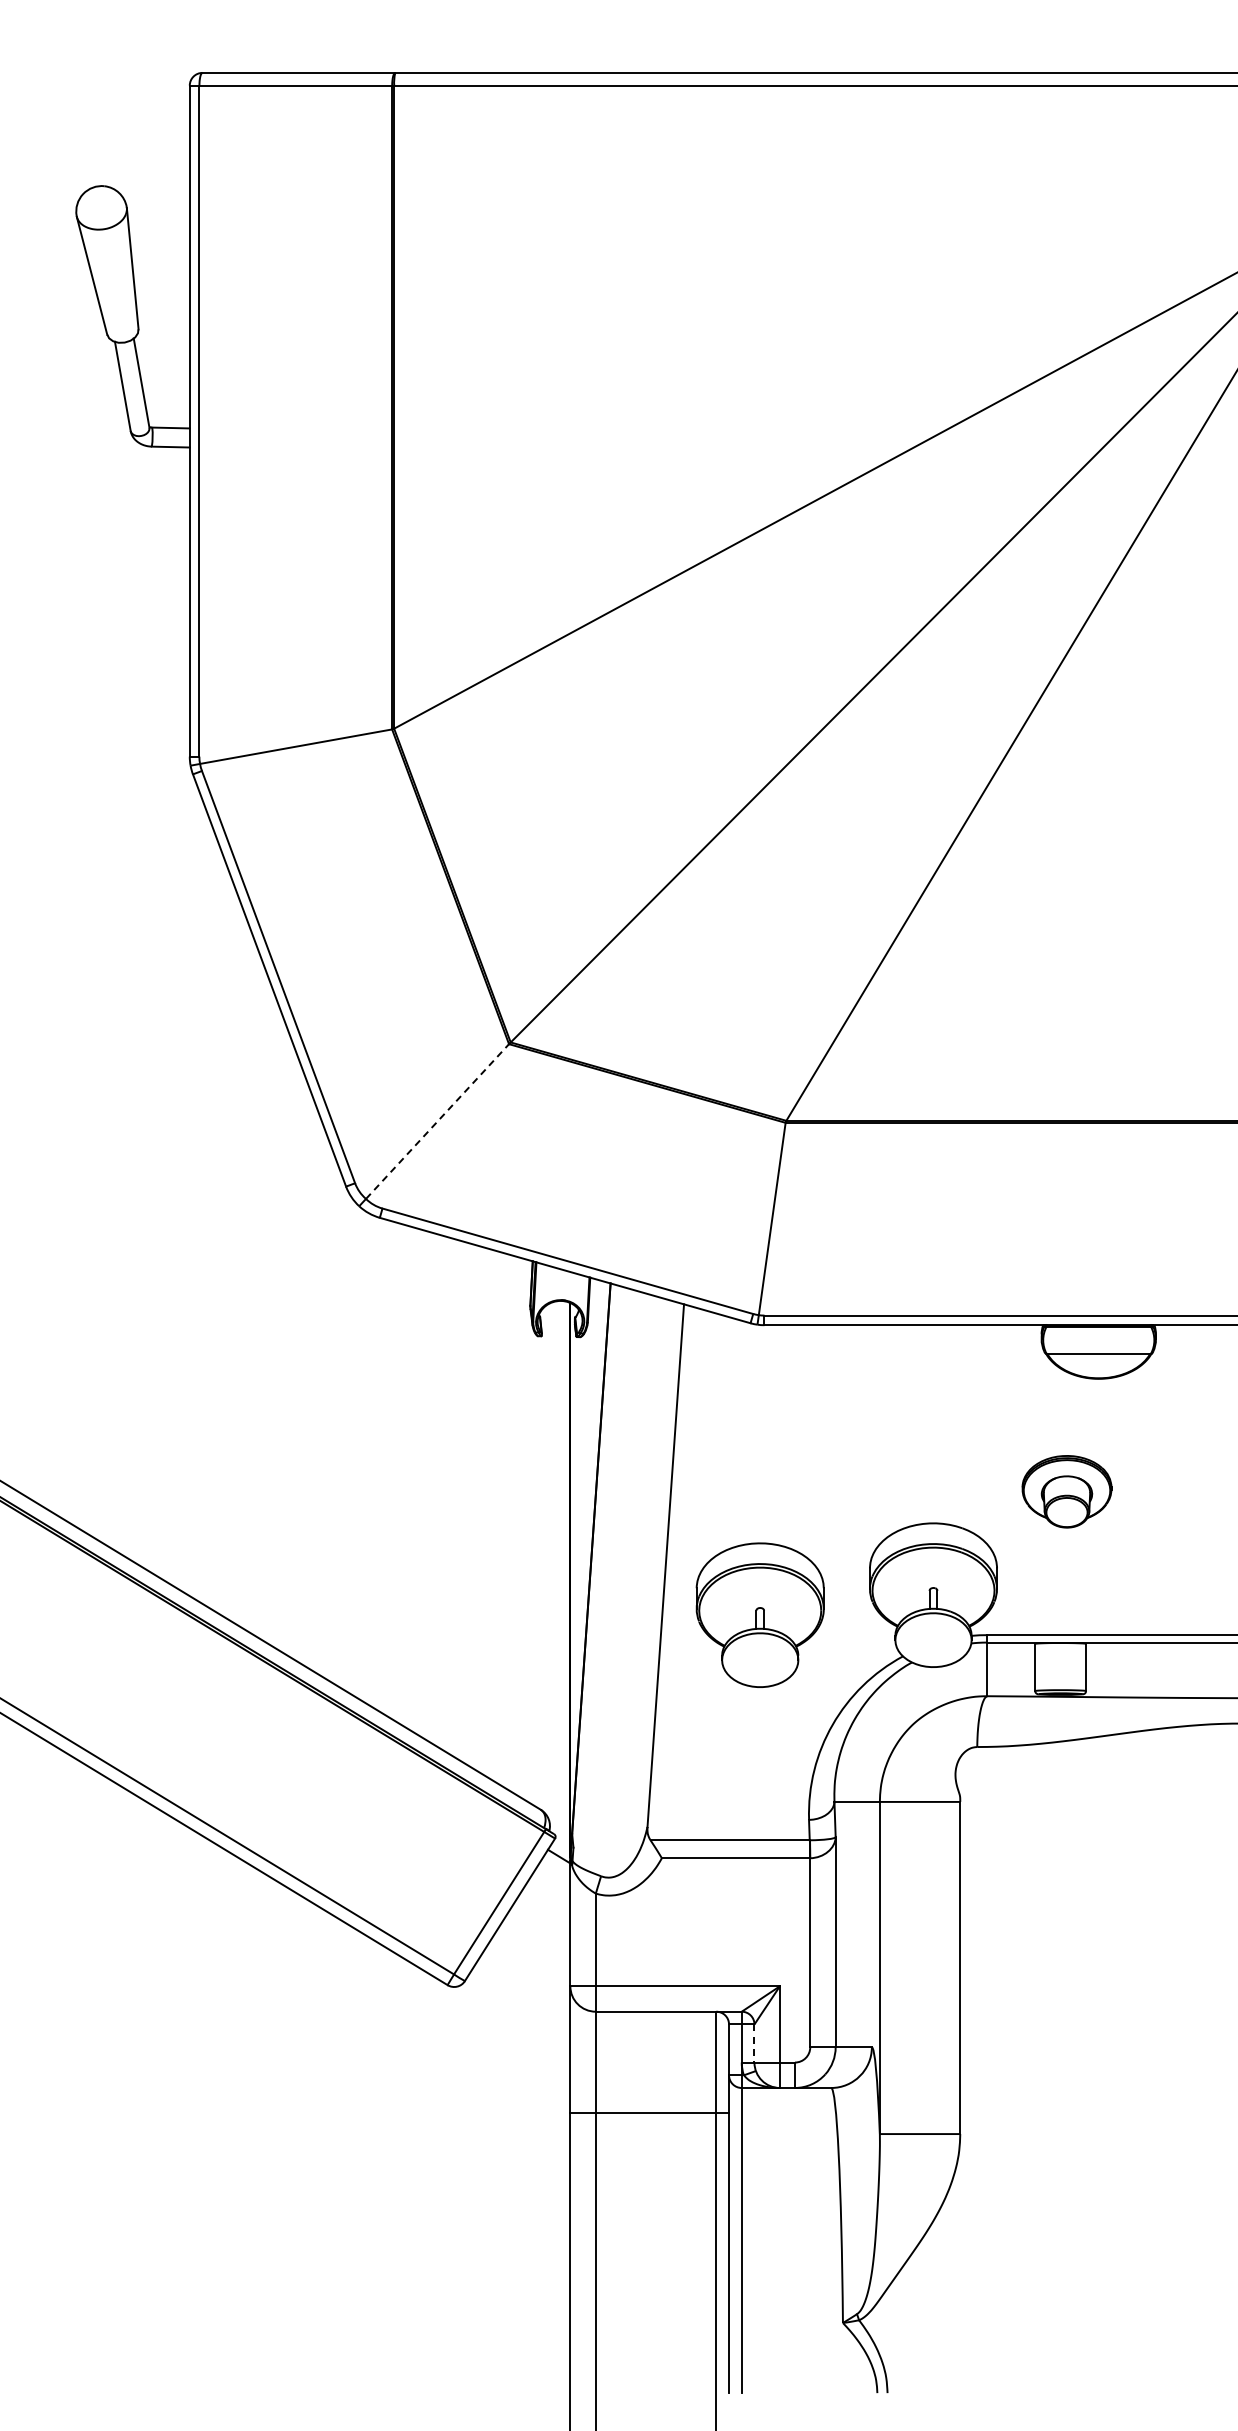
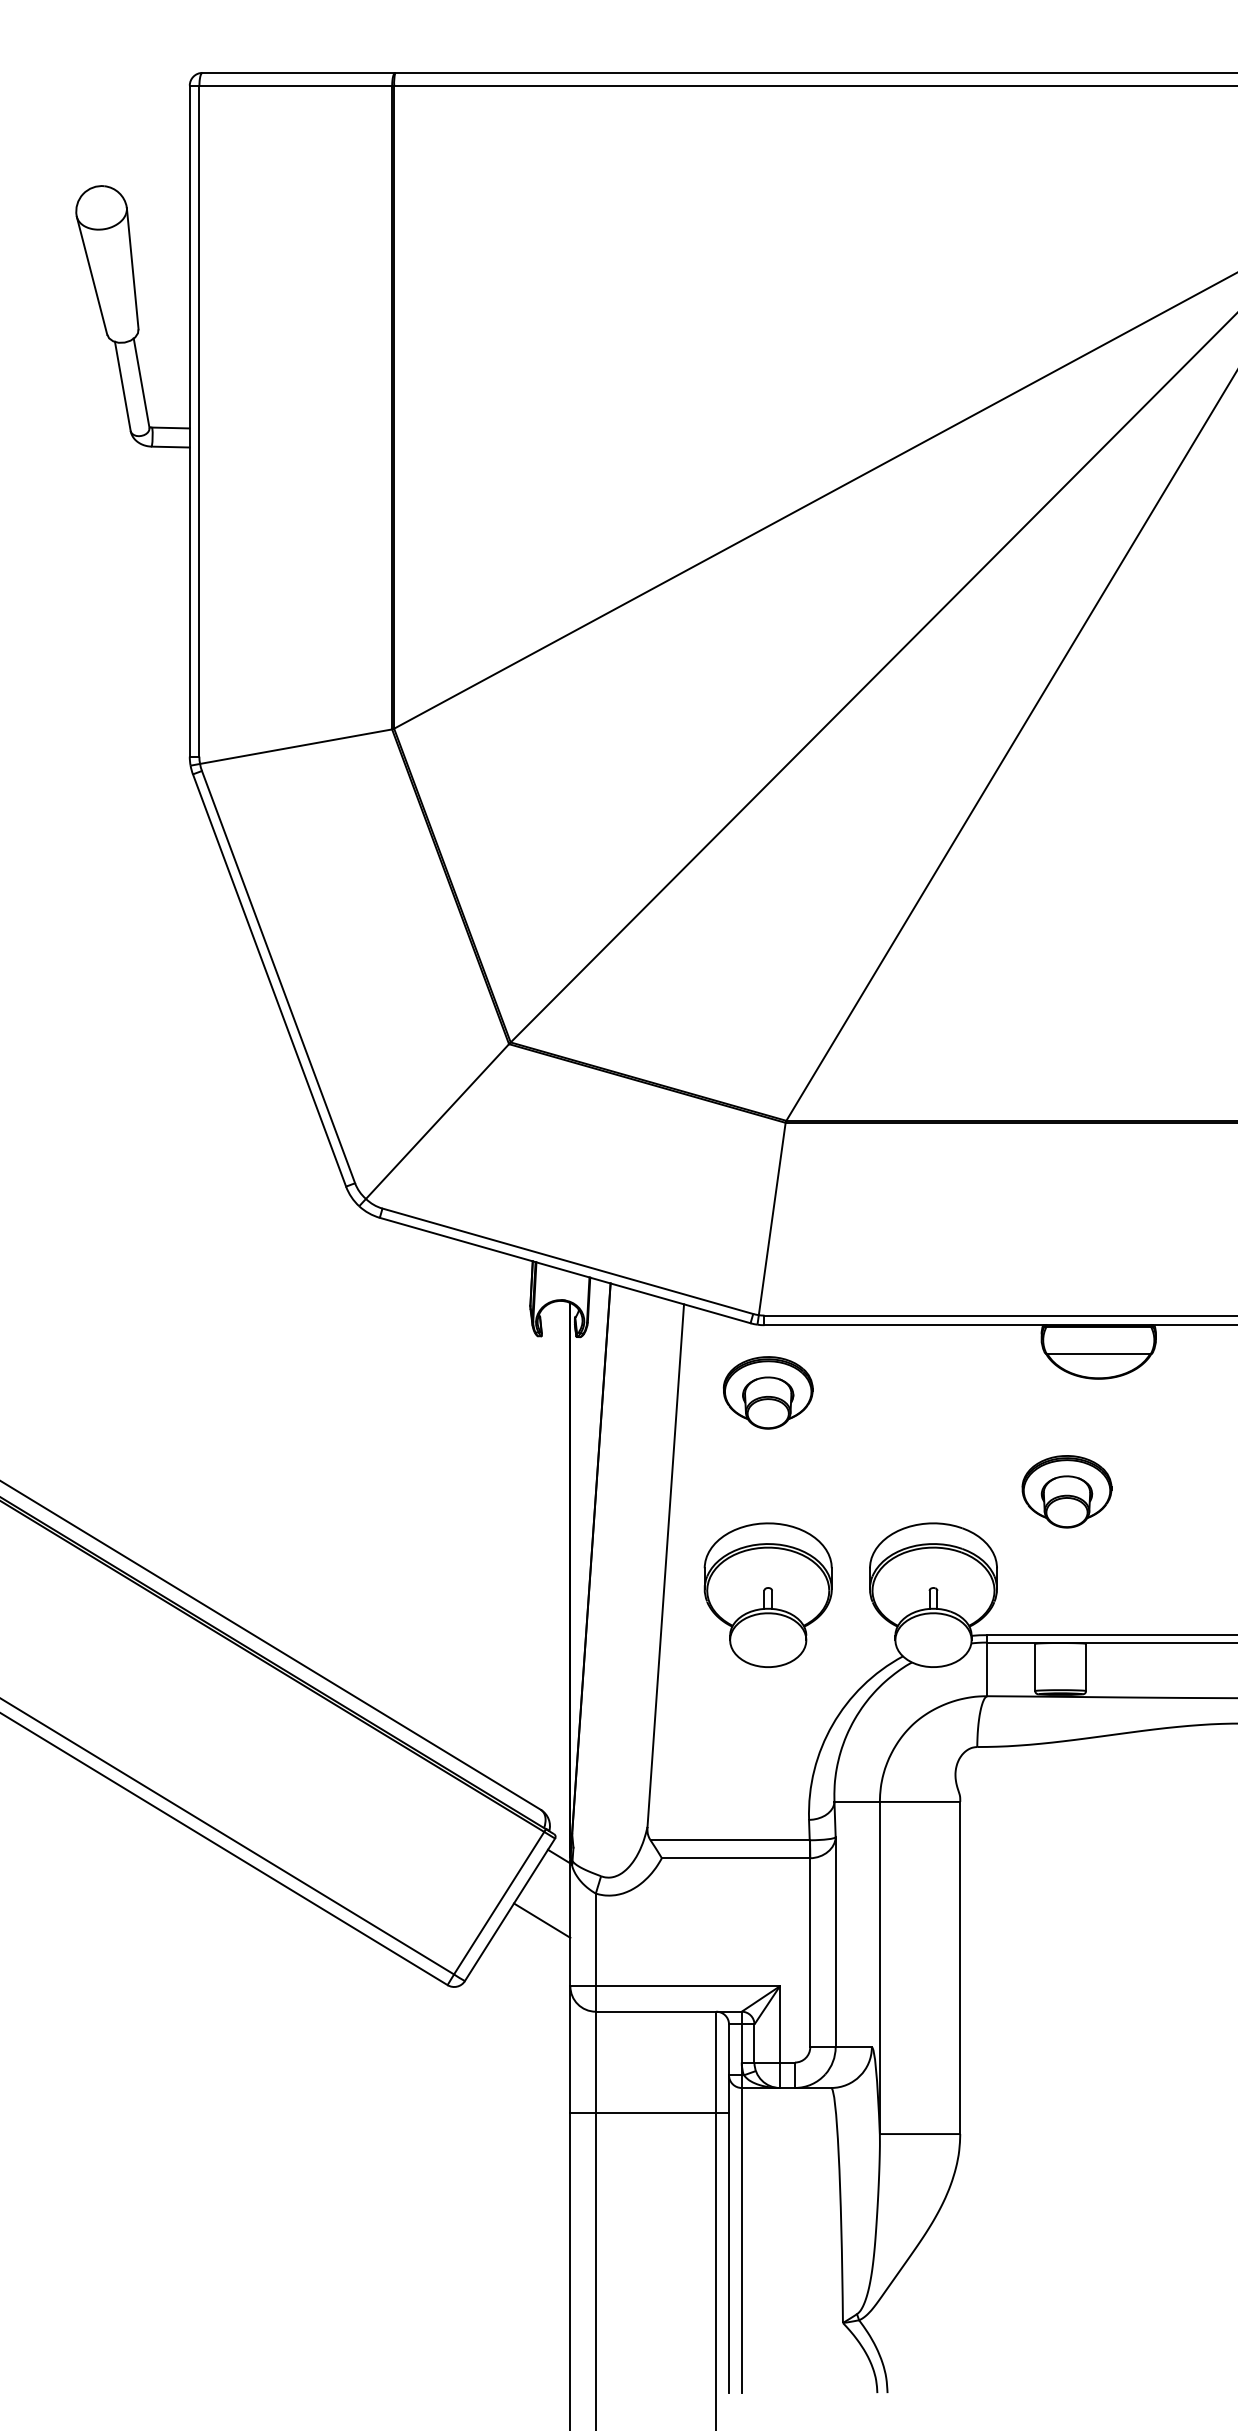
line at (437, 1121): dashed -> solid
part at (767, 1392): none -> present
part at (759, 1614) position: (759, 1614) -> (767, 1594)
line at (542, 1920): none -> present
line at (754, 2043): dashed -> solid
